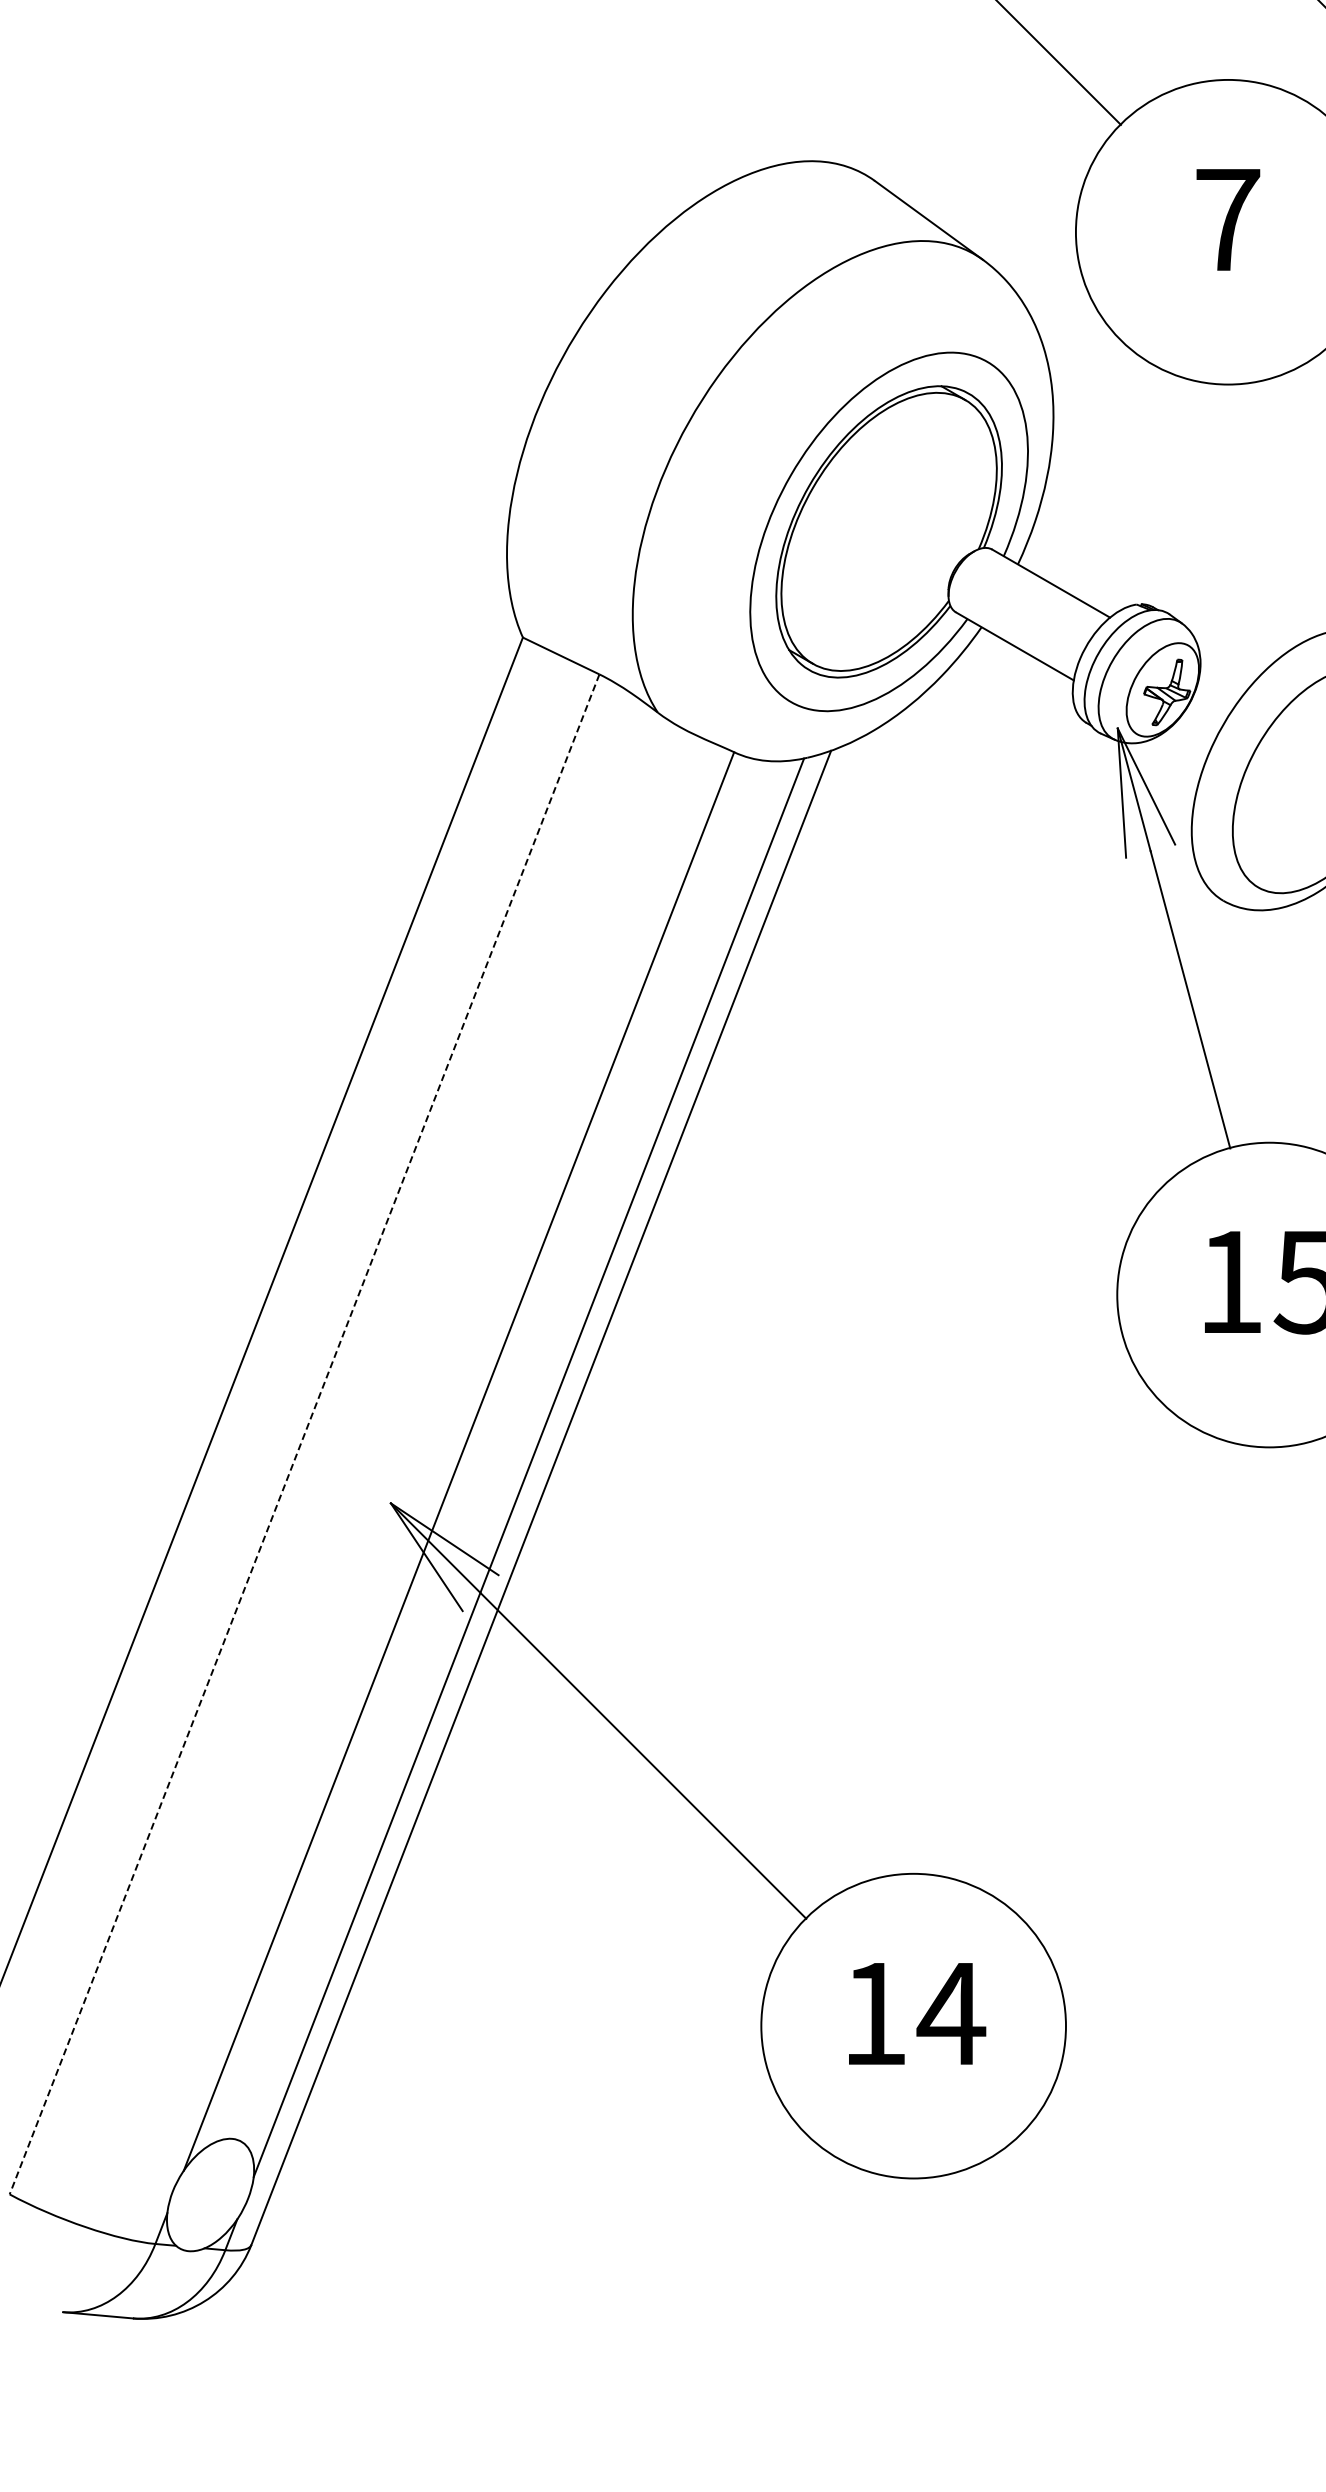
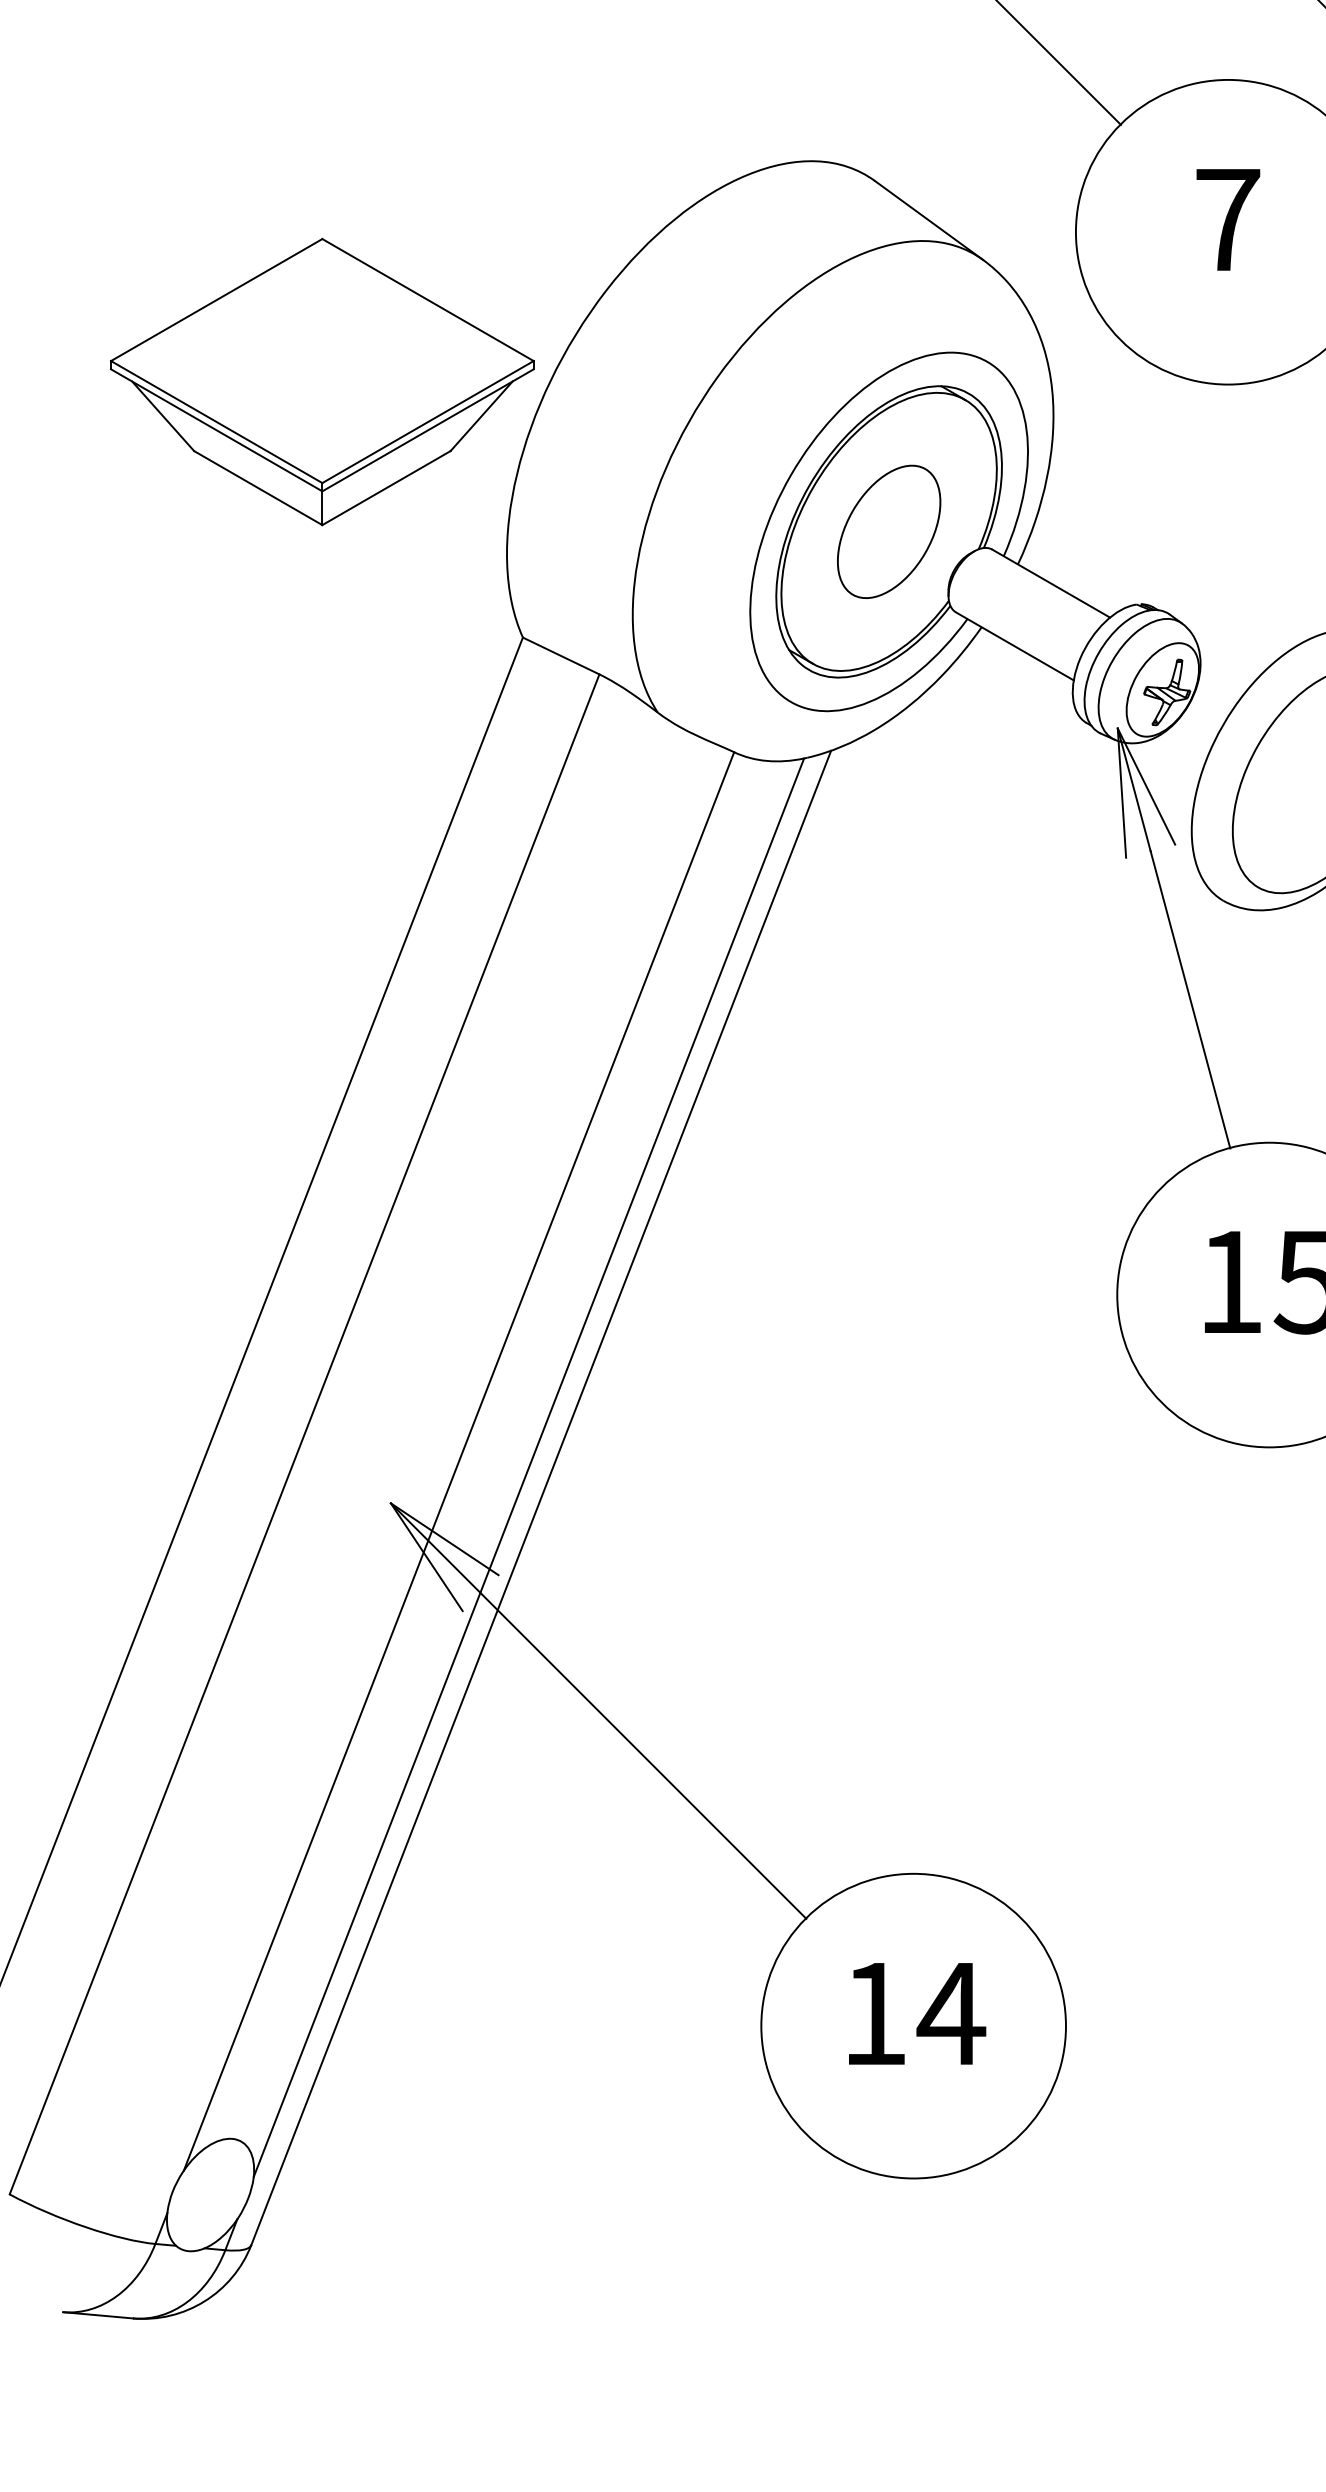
part at (322, 381): none -> present
part at (889, 531): none -> present
line at (304, 1434): dashed -> solid
